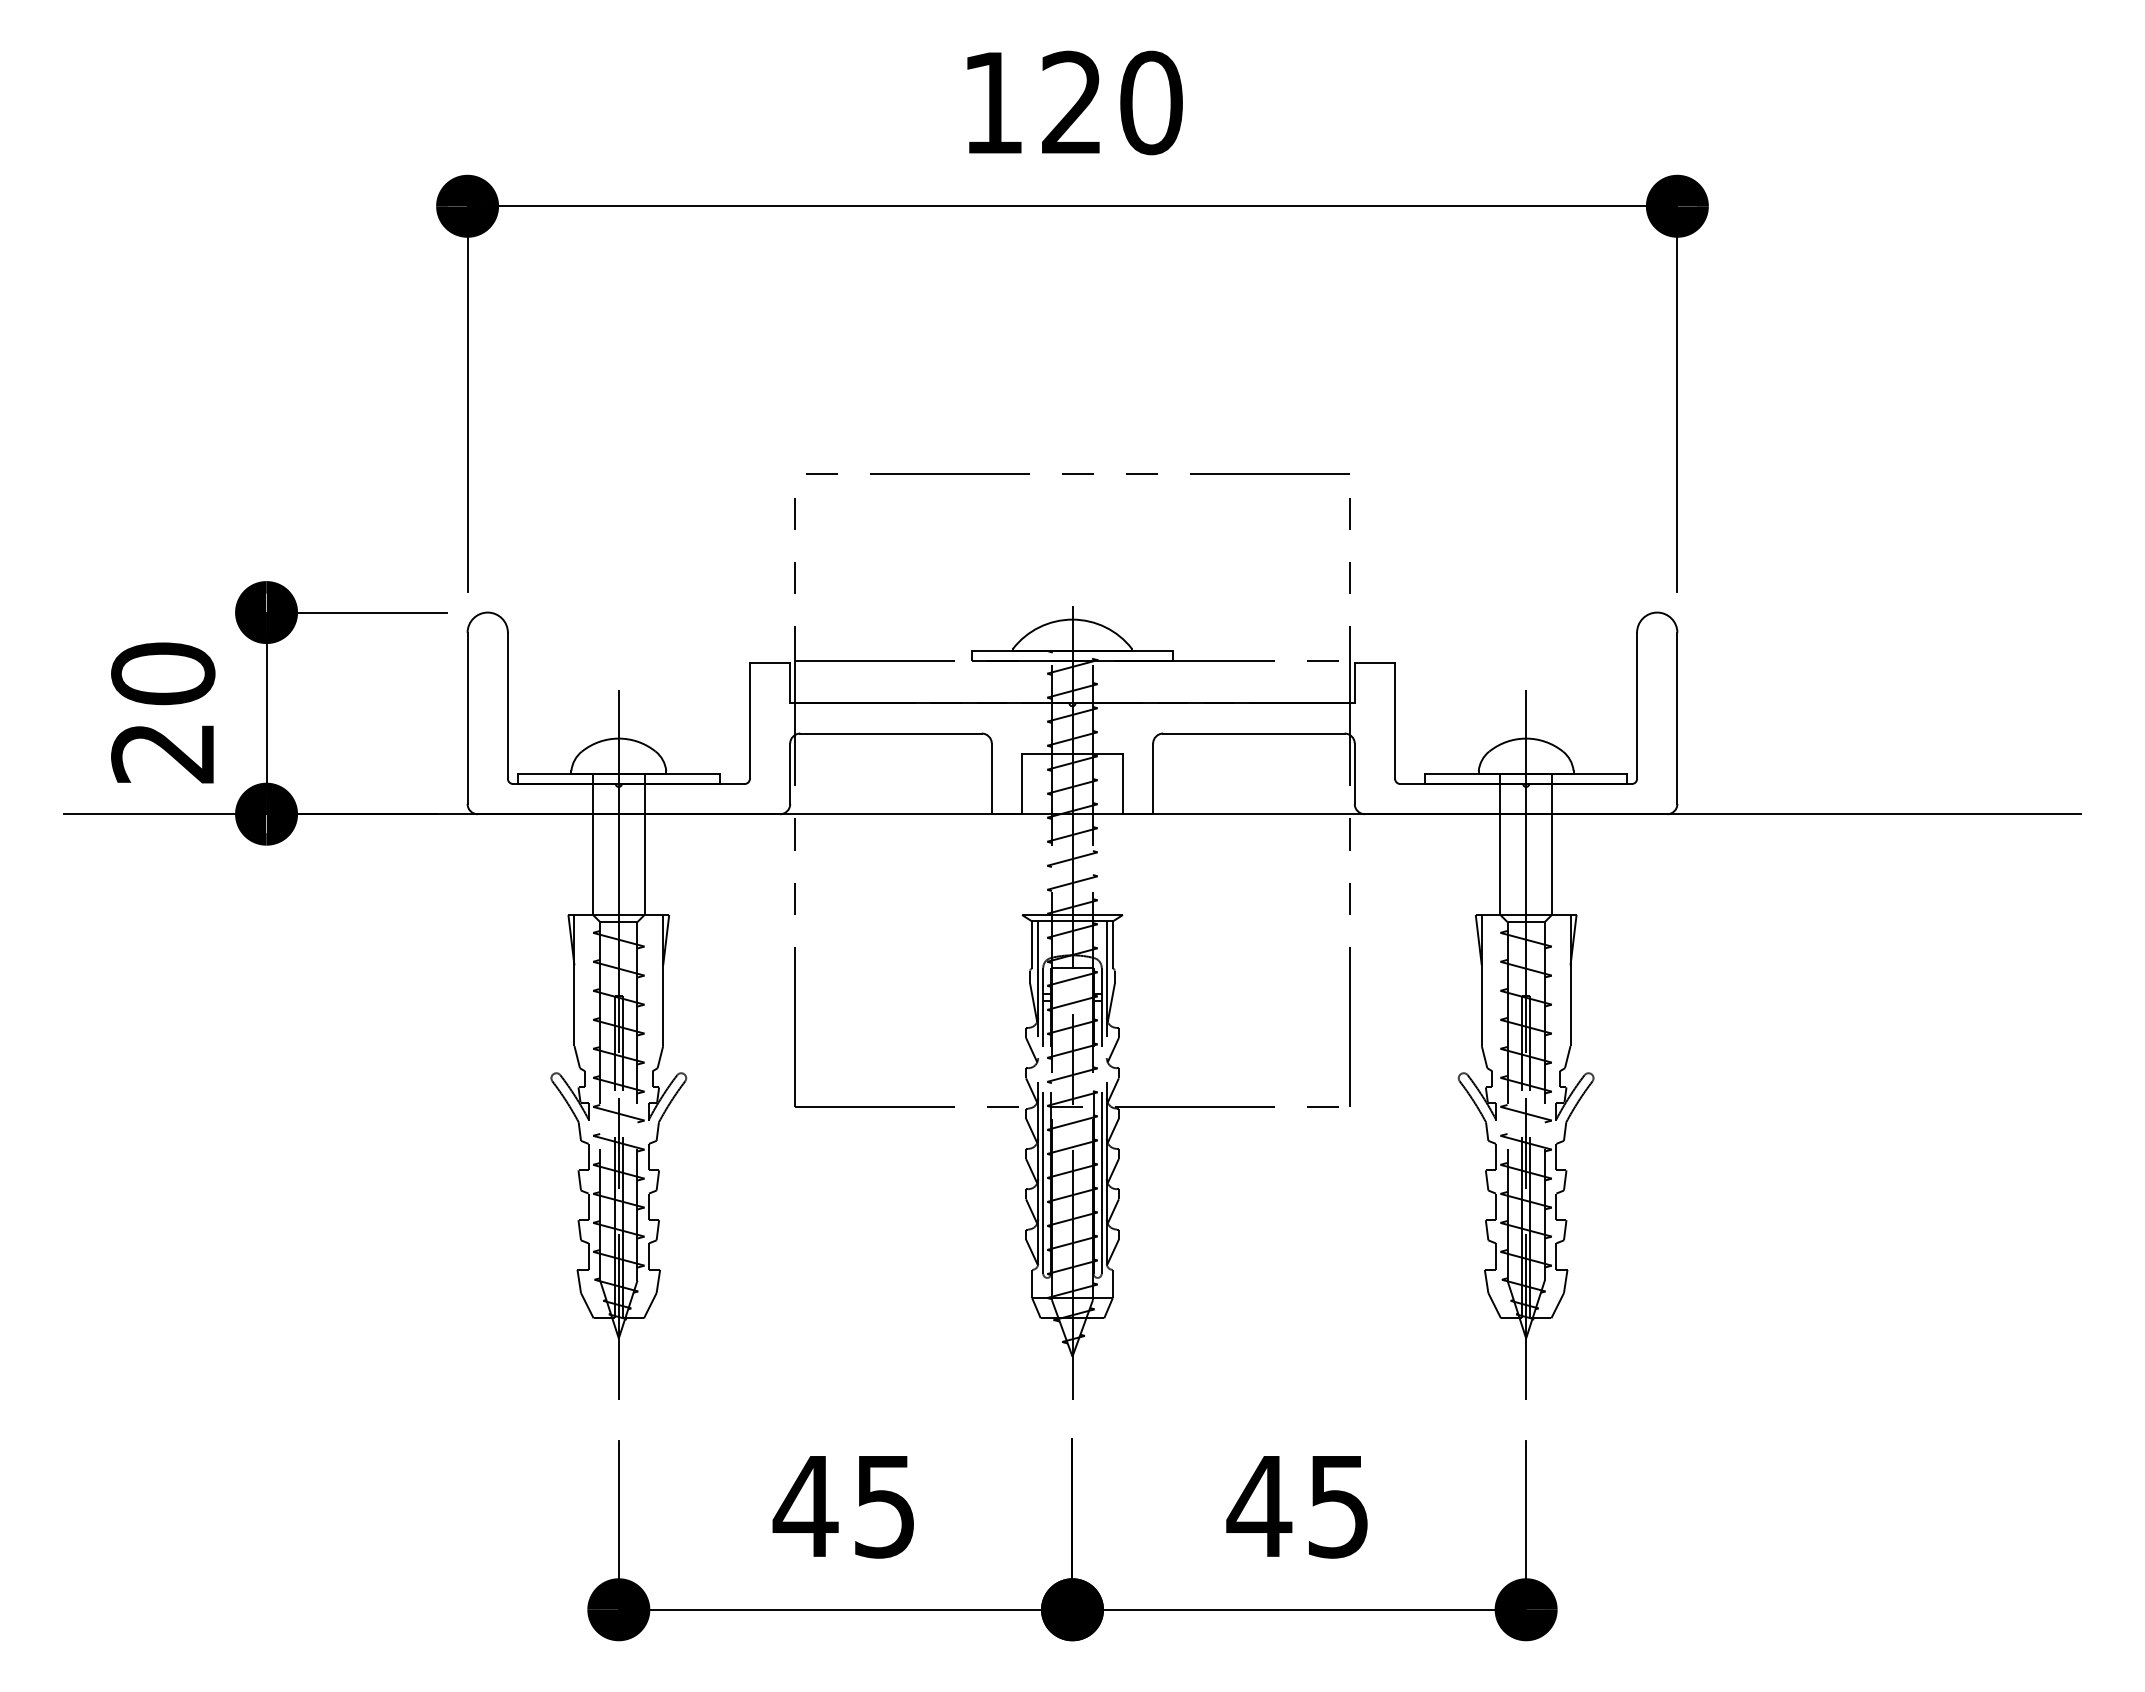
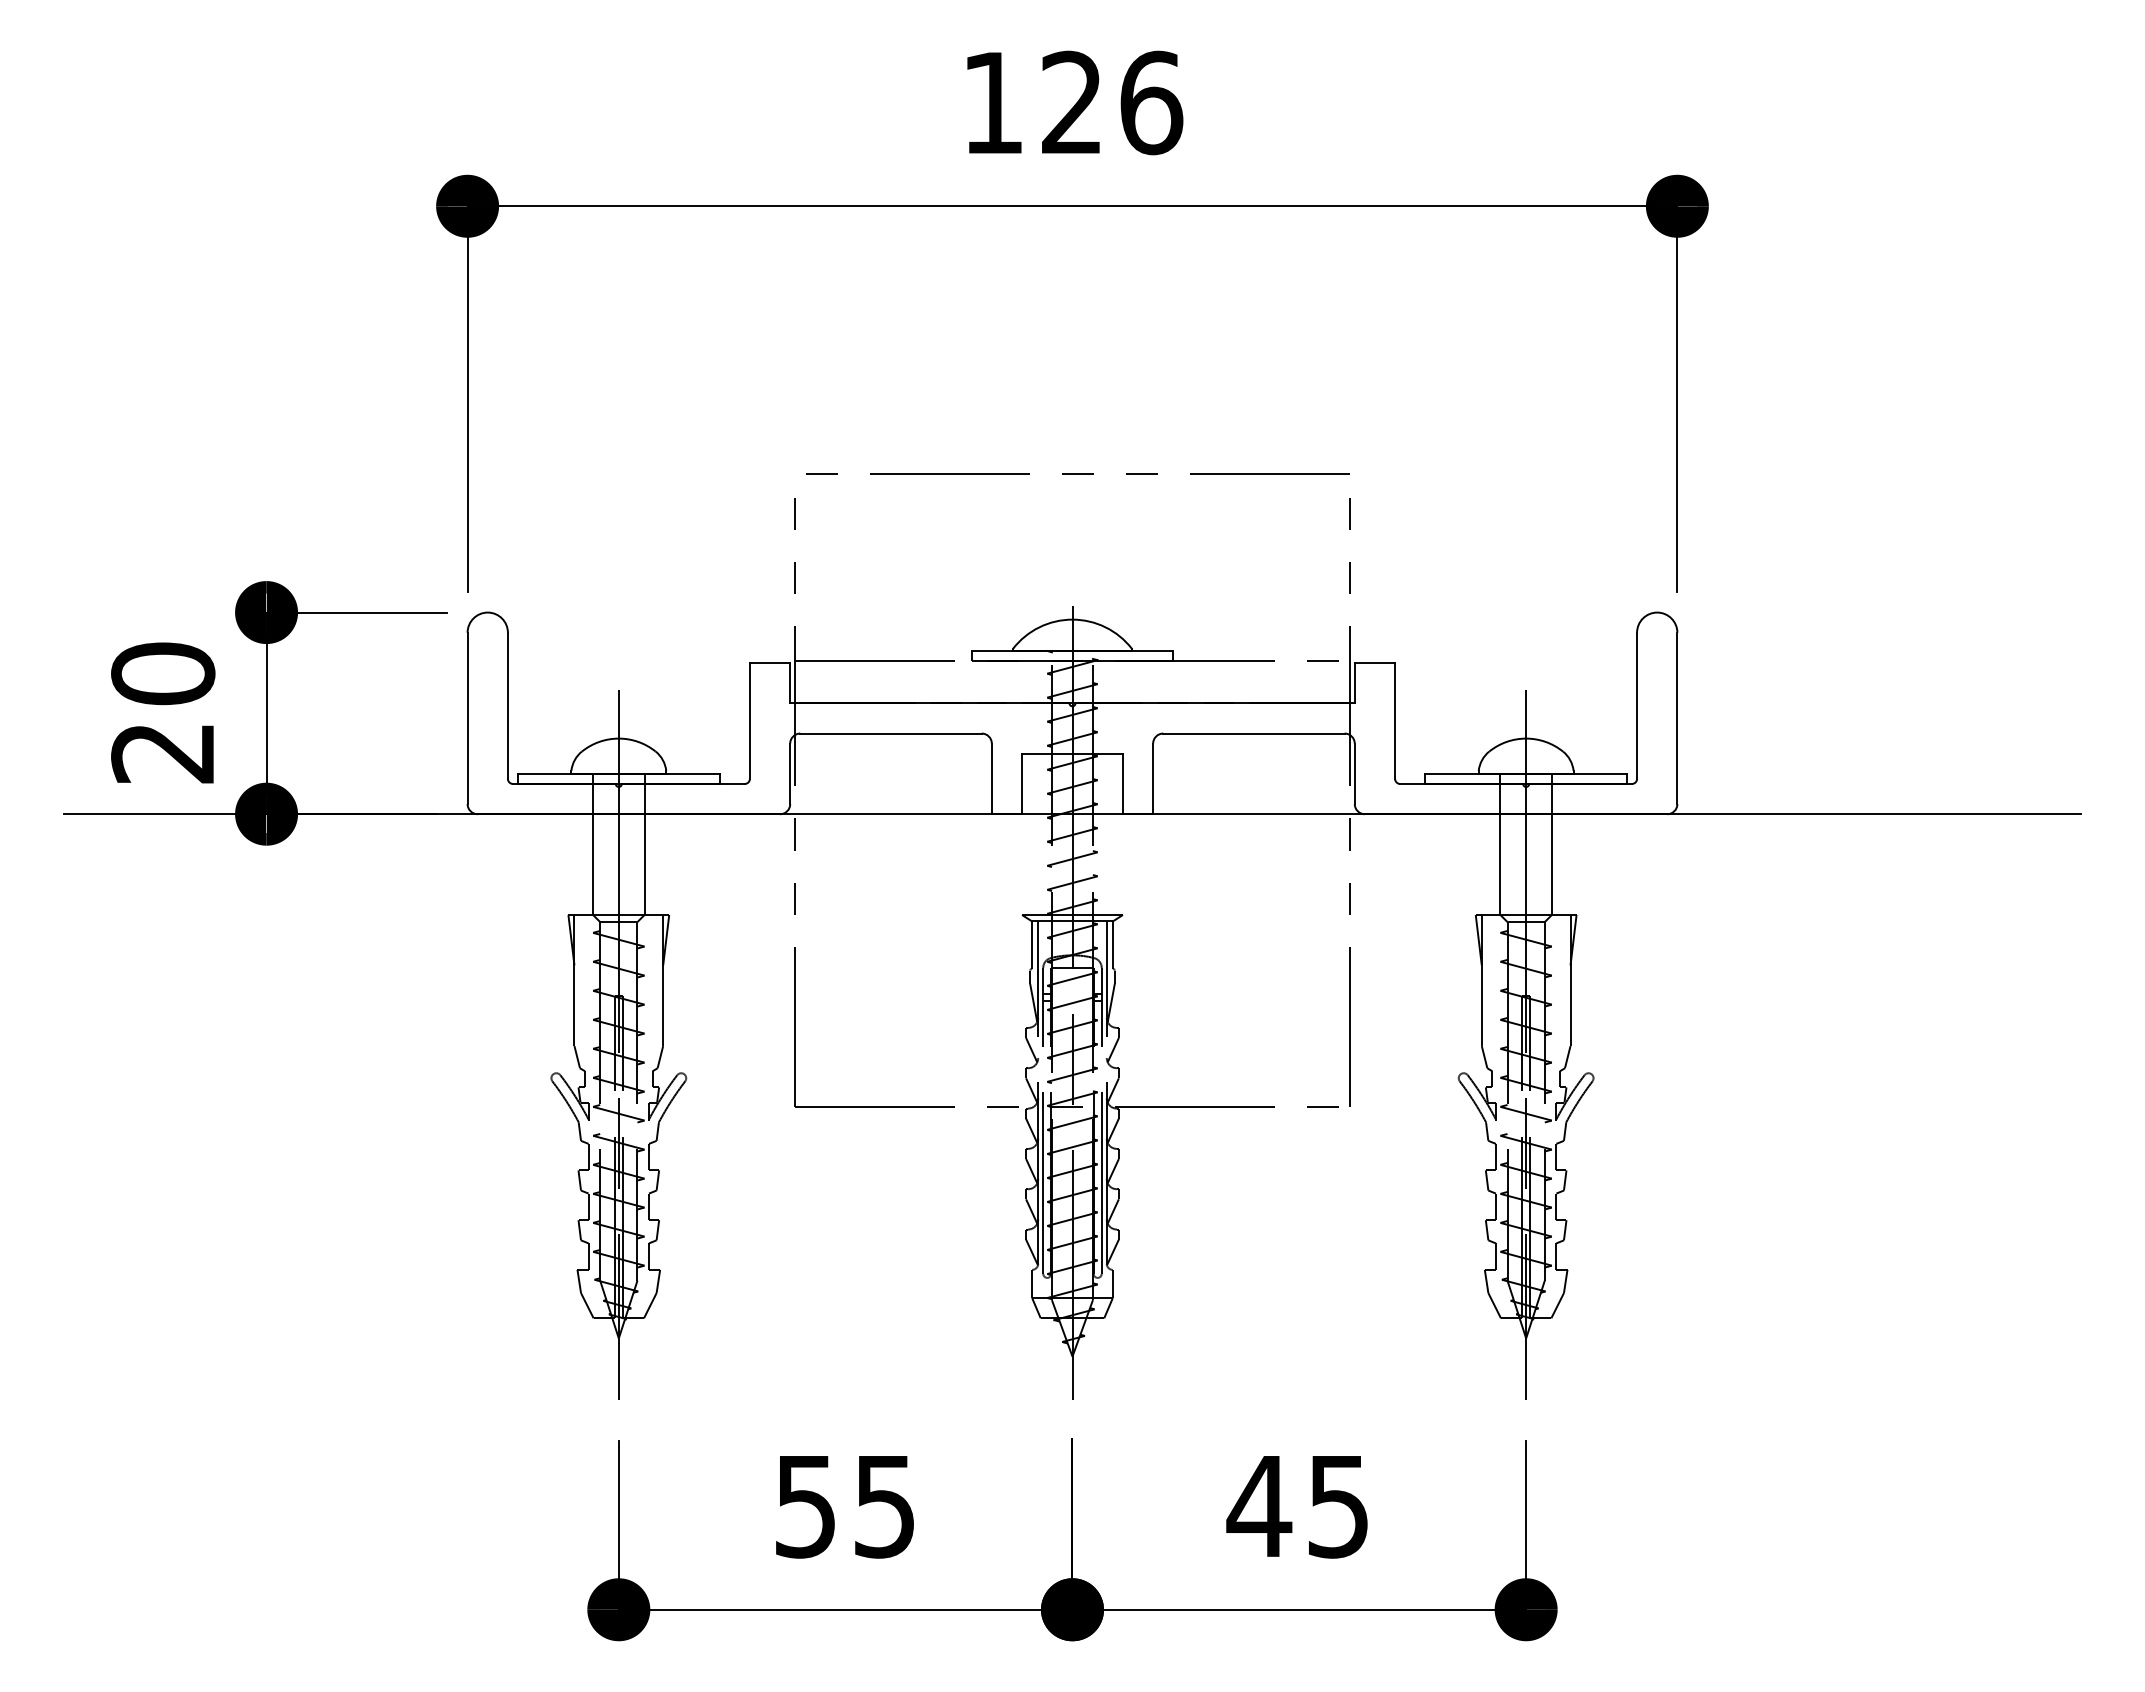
text at (1151, 102): 120 -> 126
text at (805, 1507): 45 -> 55
